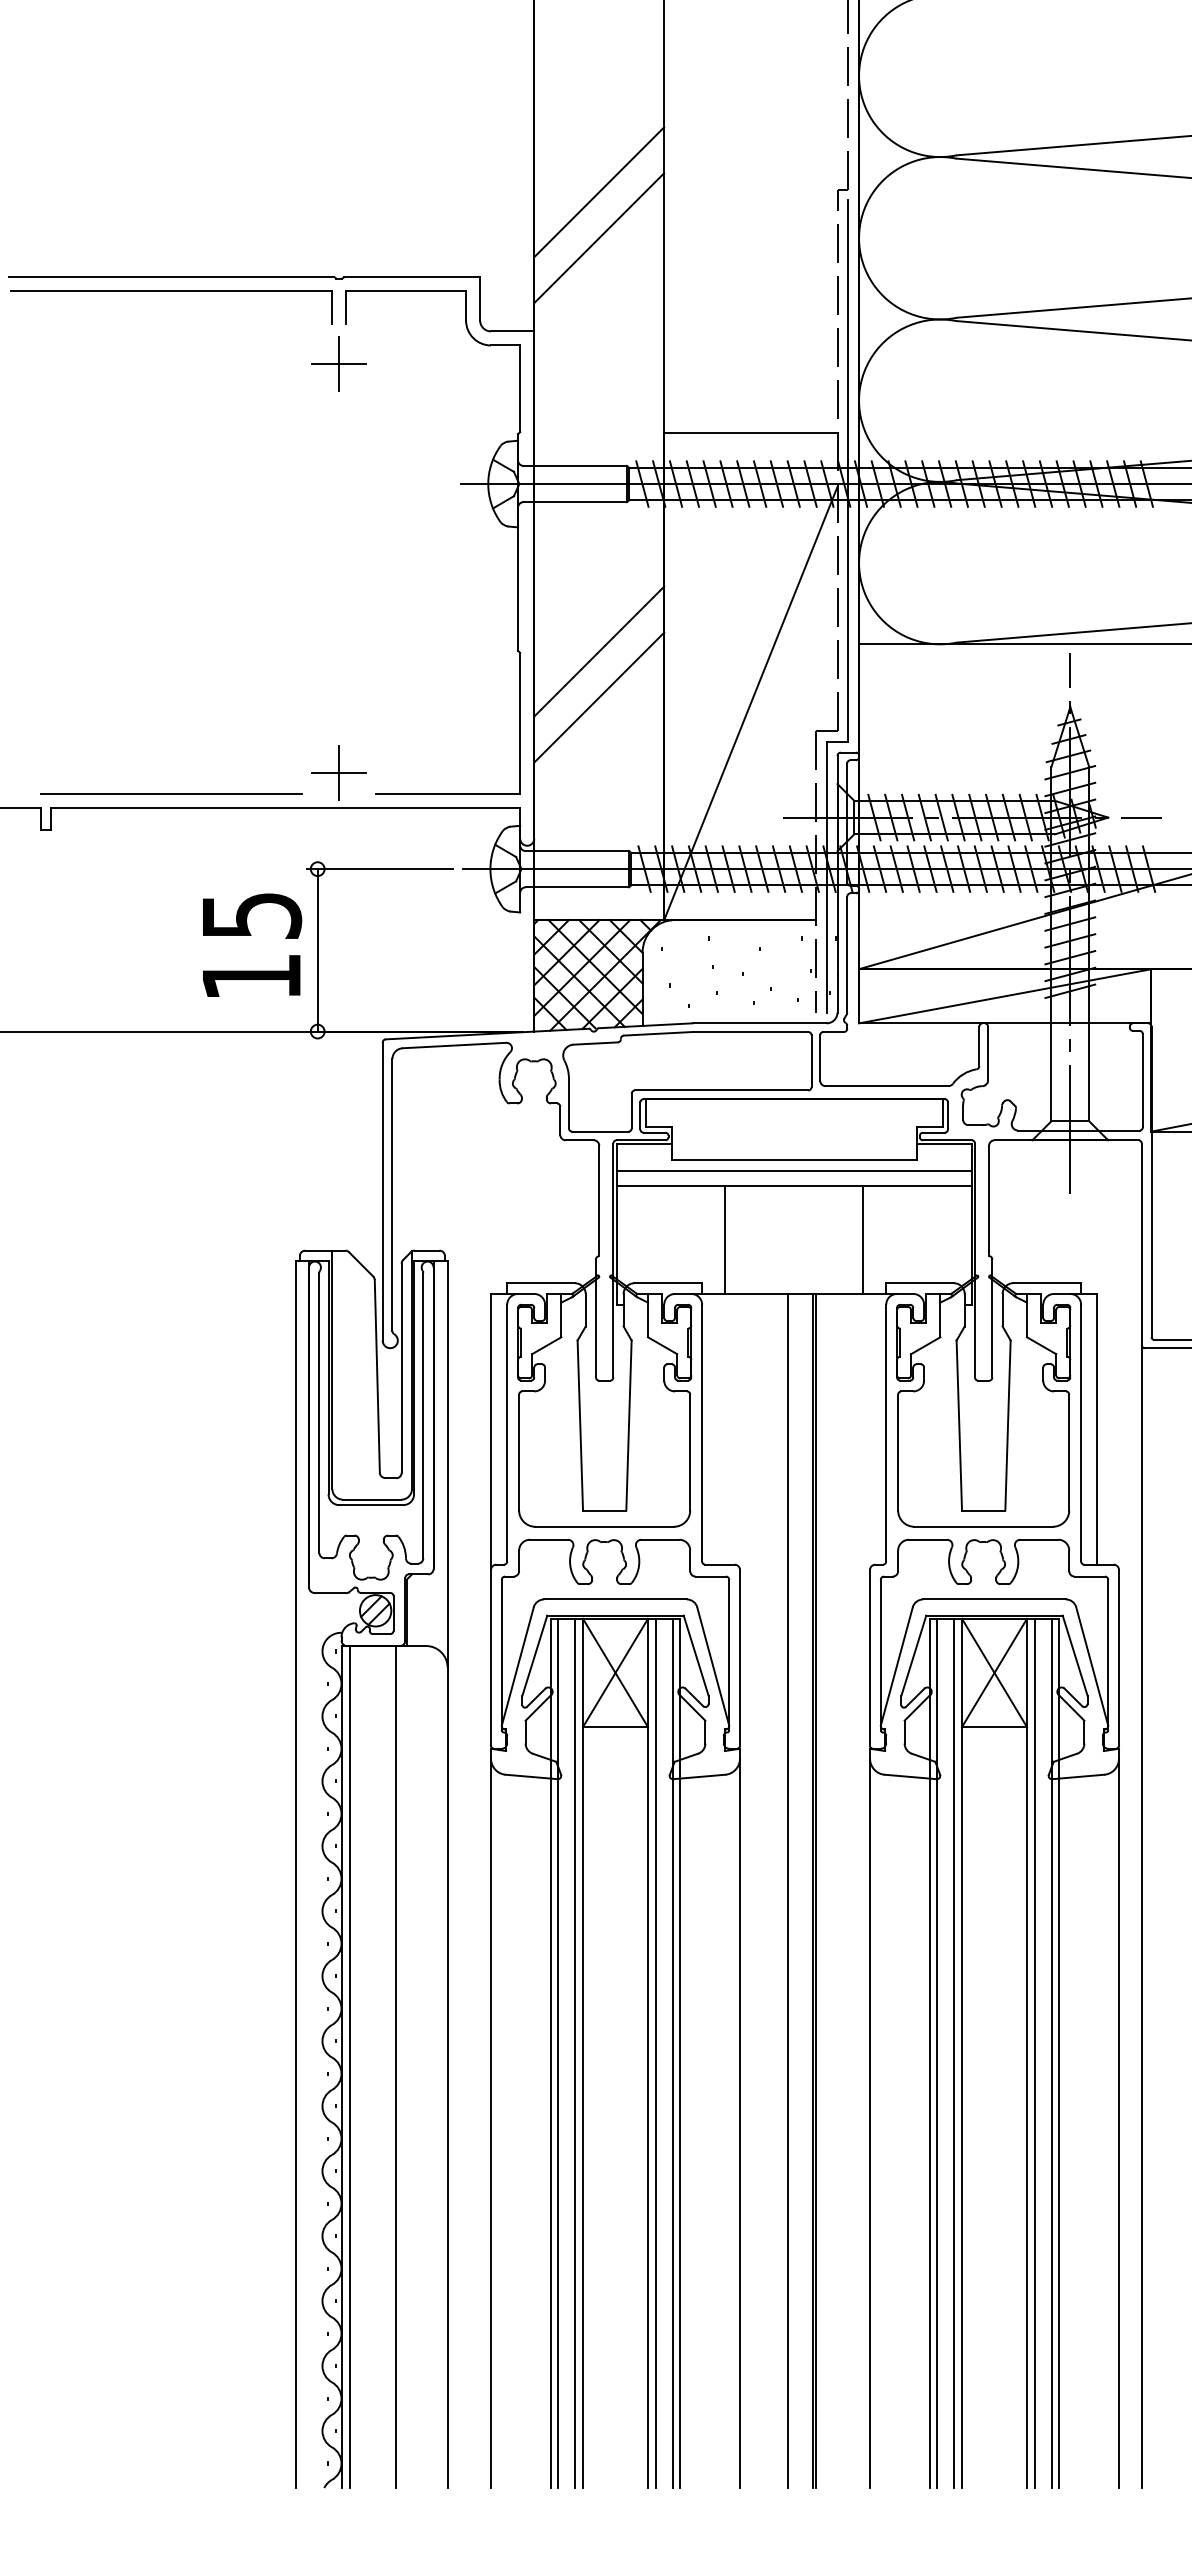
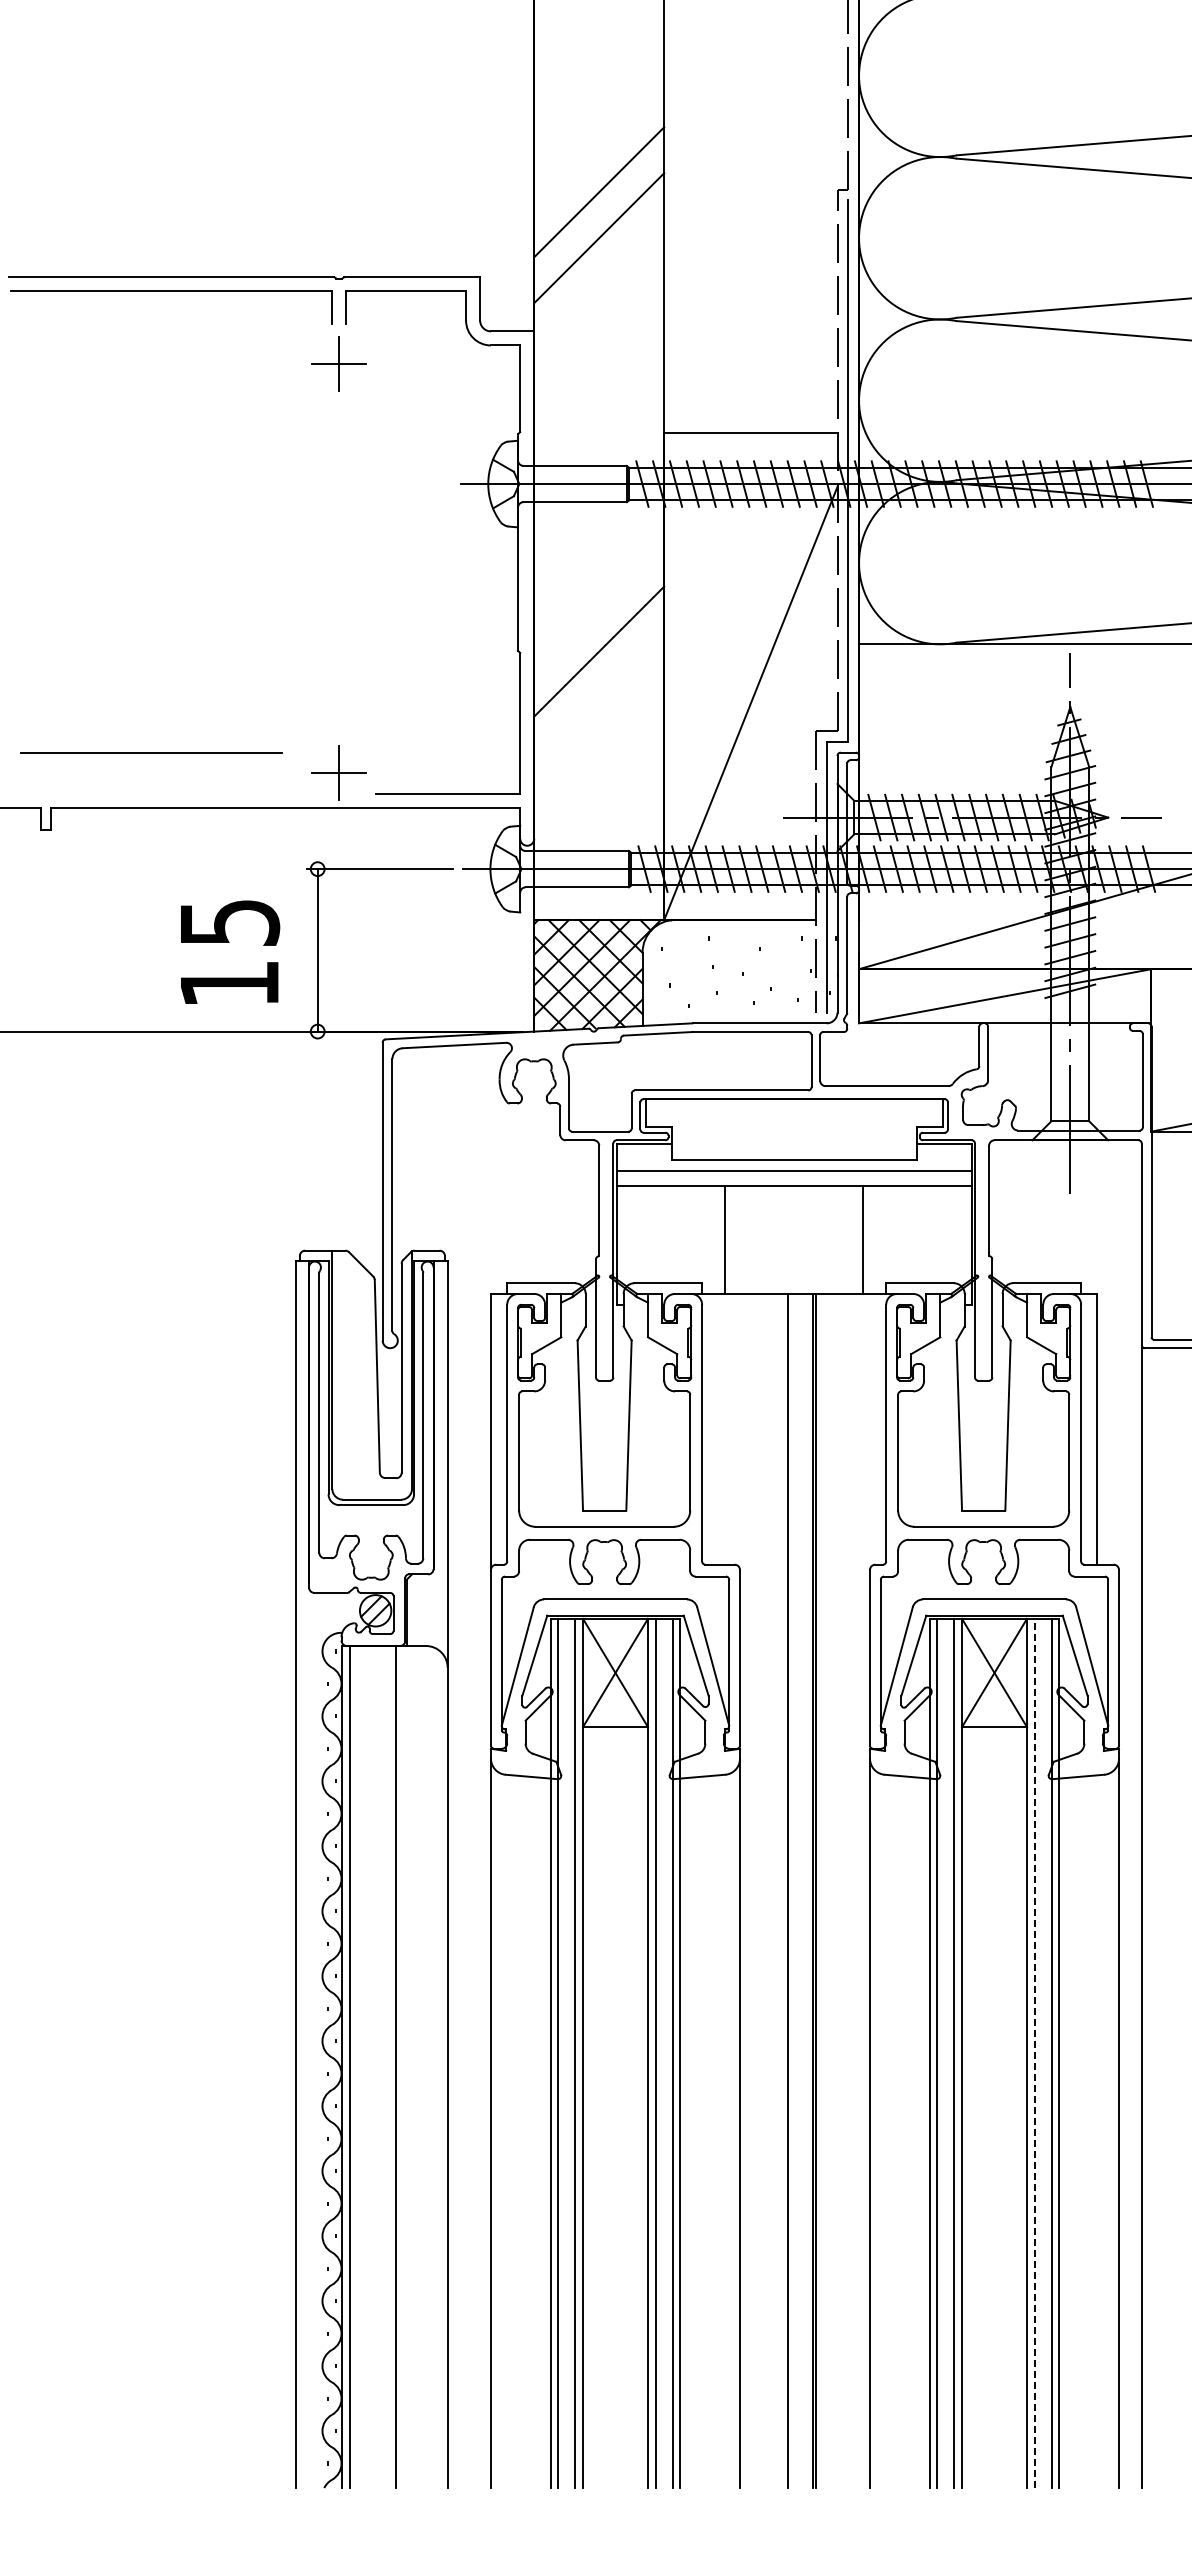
line at (599, 697): present -> none
line at (171, 793) position: (171, 793) -> (151, 752)
text at (252, 944) position: (252, 944) -> (230, 951)
line at (1034, 2053): solid -> dashed
